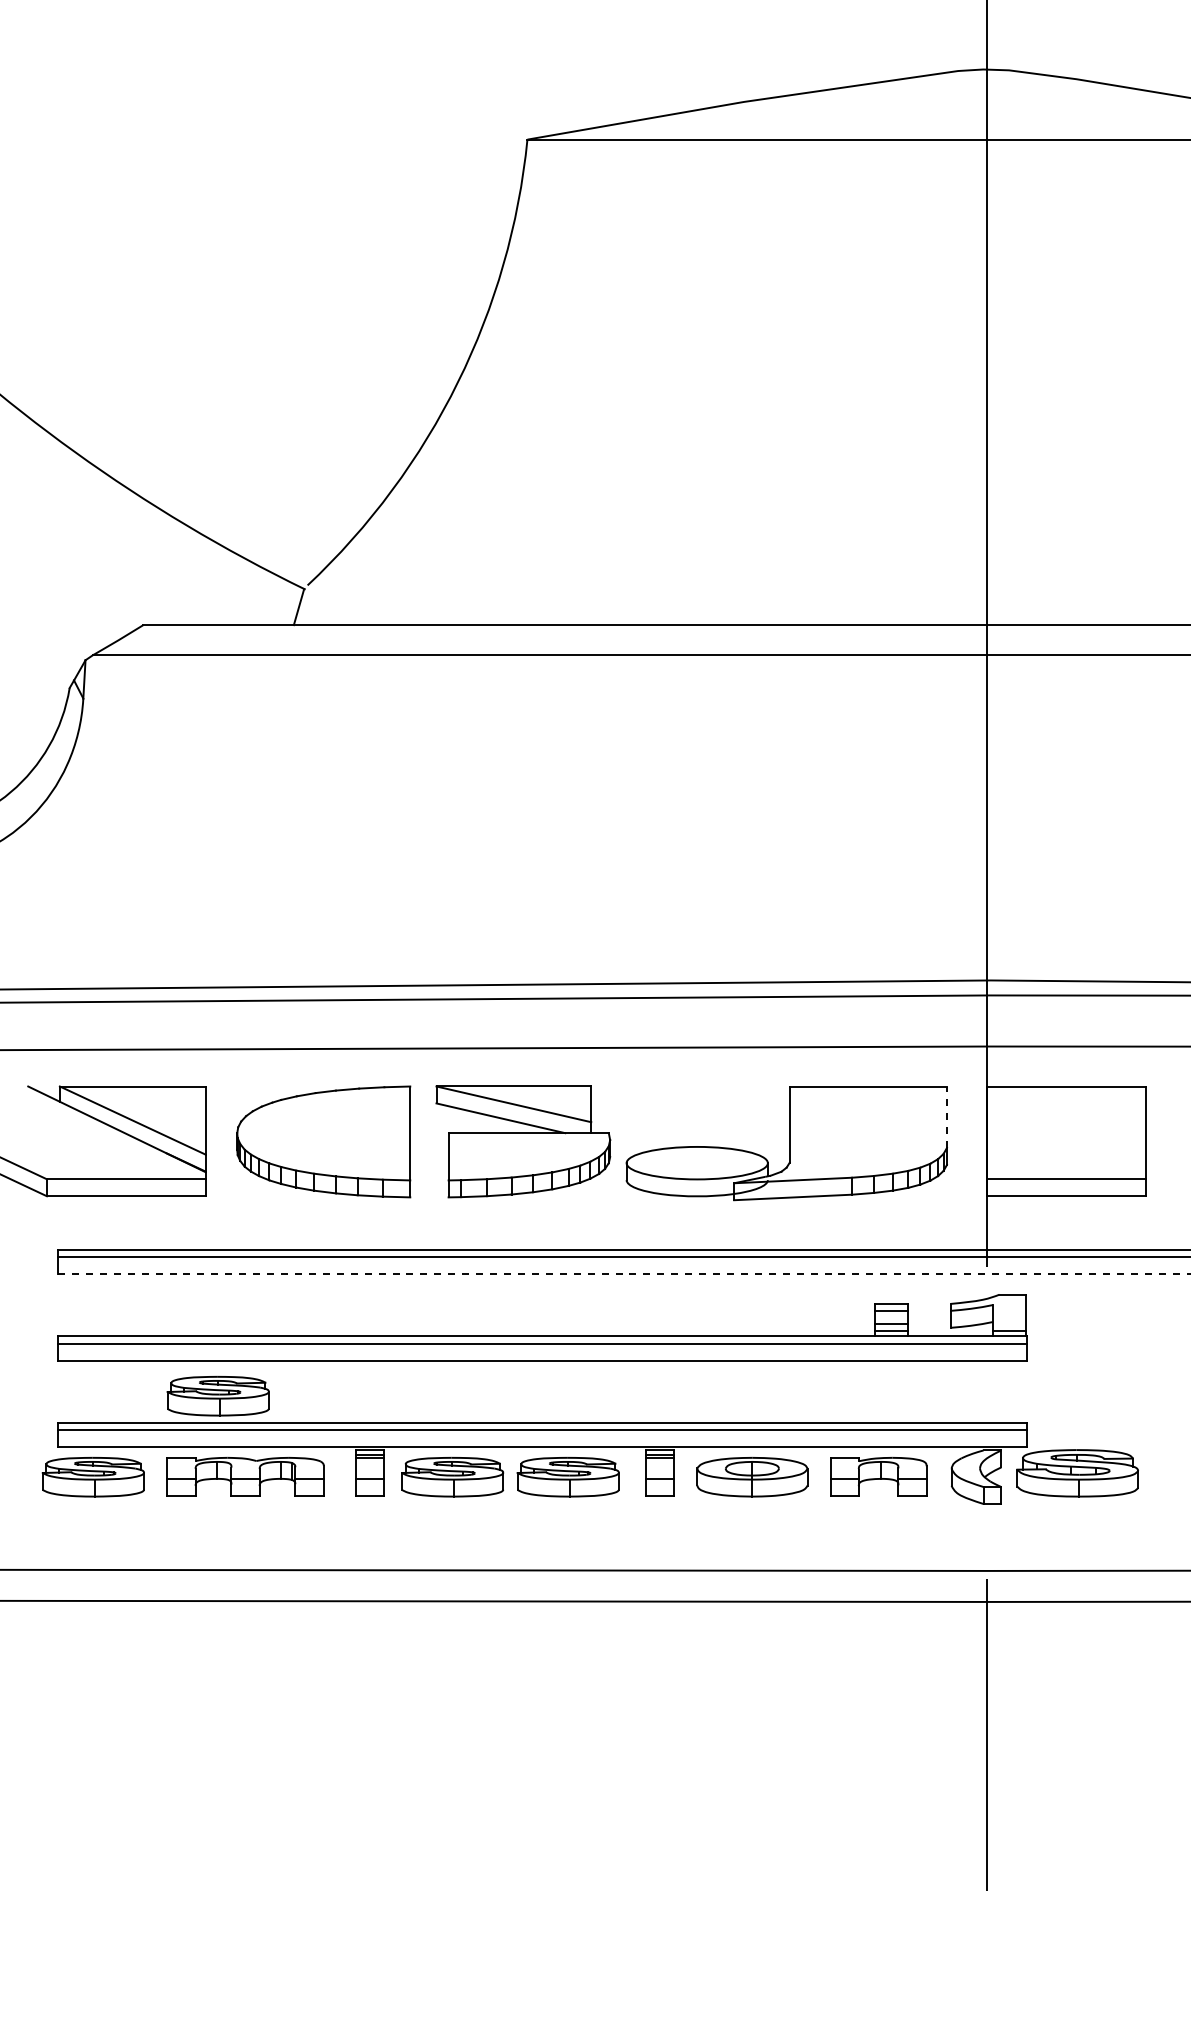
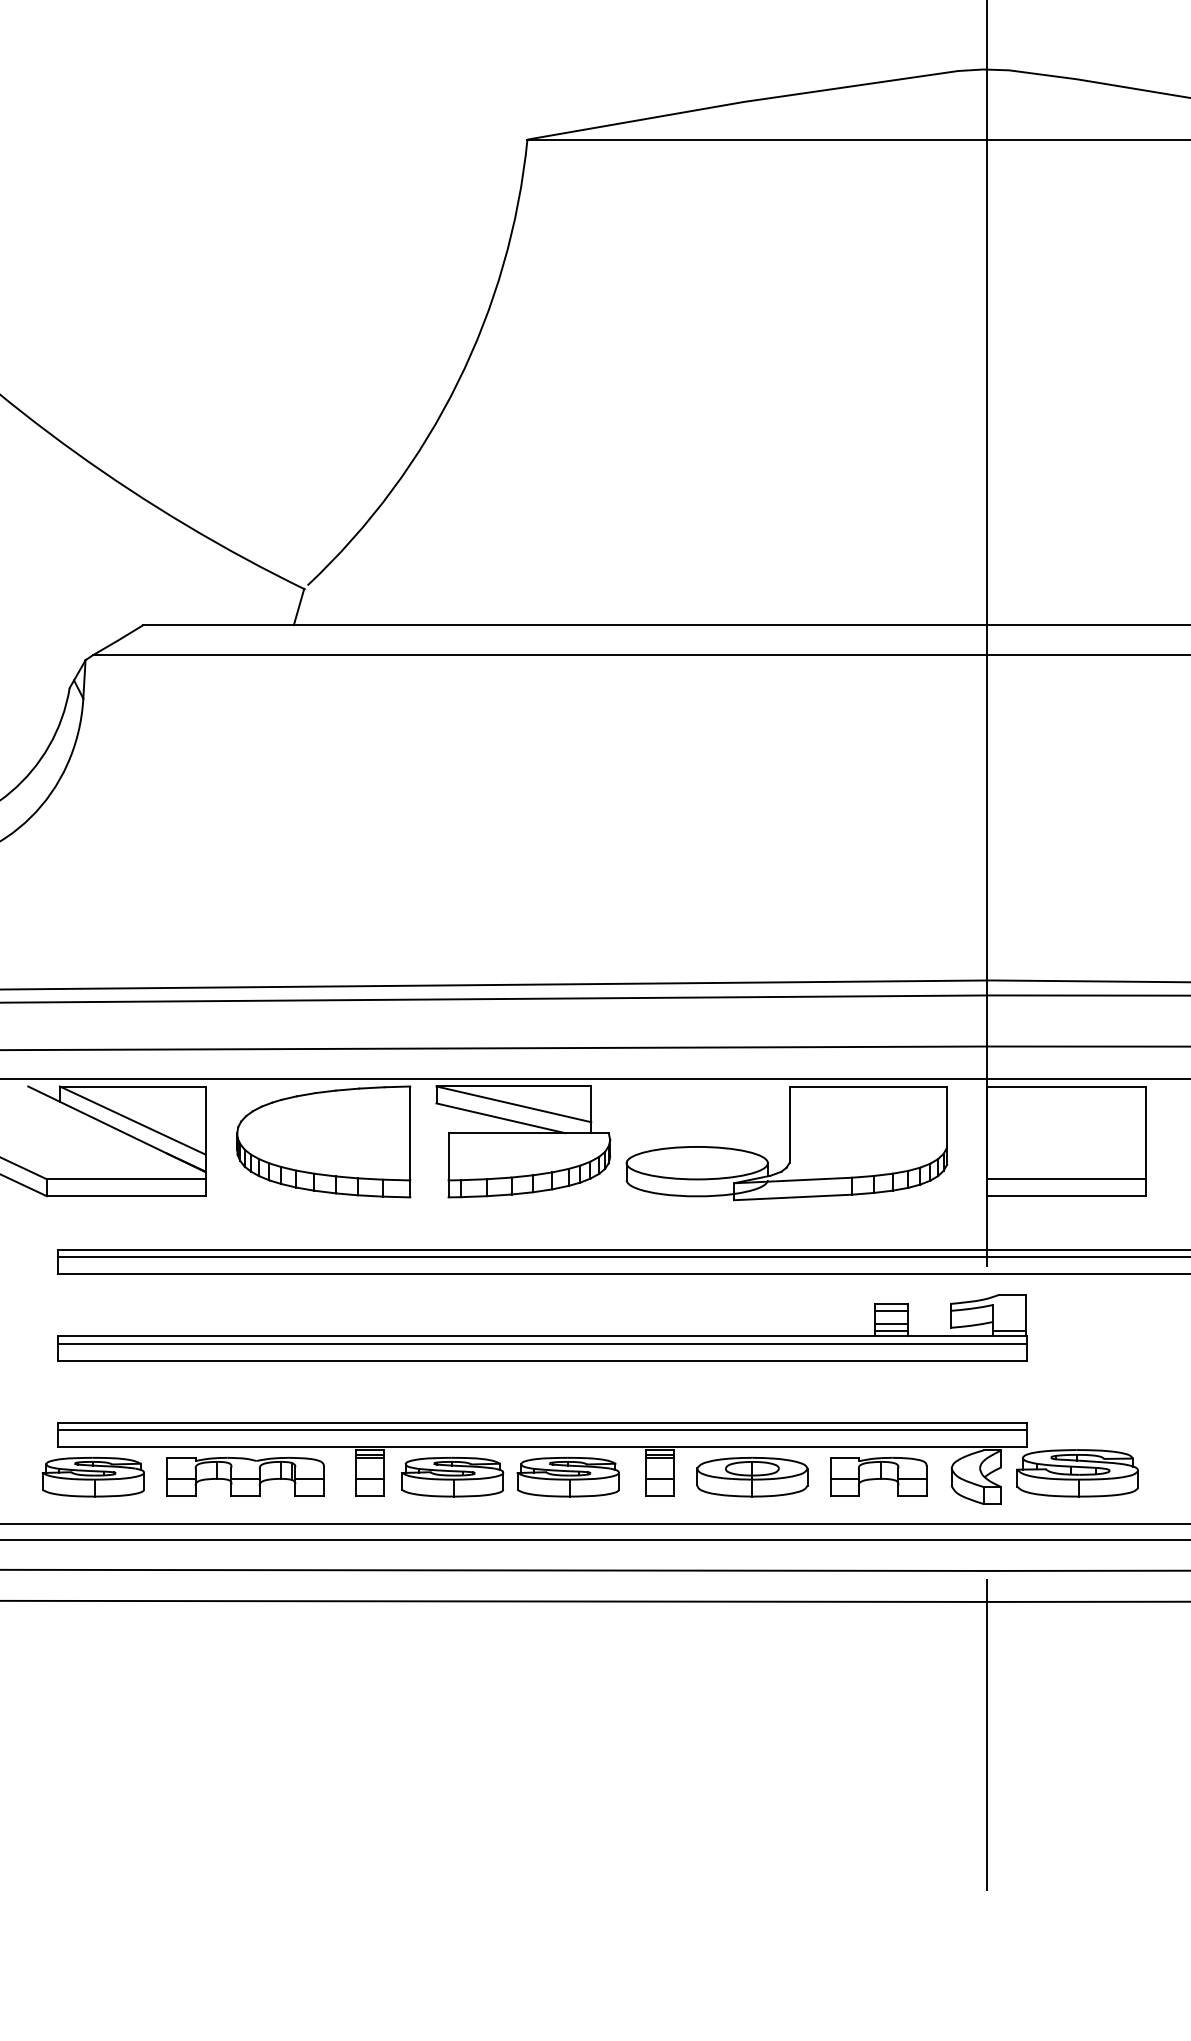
line at (594, 1079): none -> present
line at (946, 1117): dashed -> solid
line at (625, 1274): dashed -> solid
part at (217, 1395): present -> none
line at (594, 1523): none -> present
line at (594, 1540): none -> present
